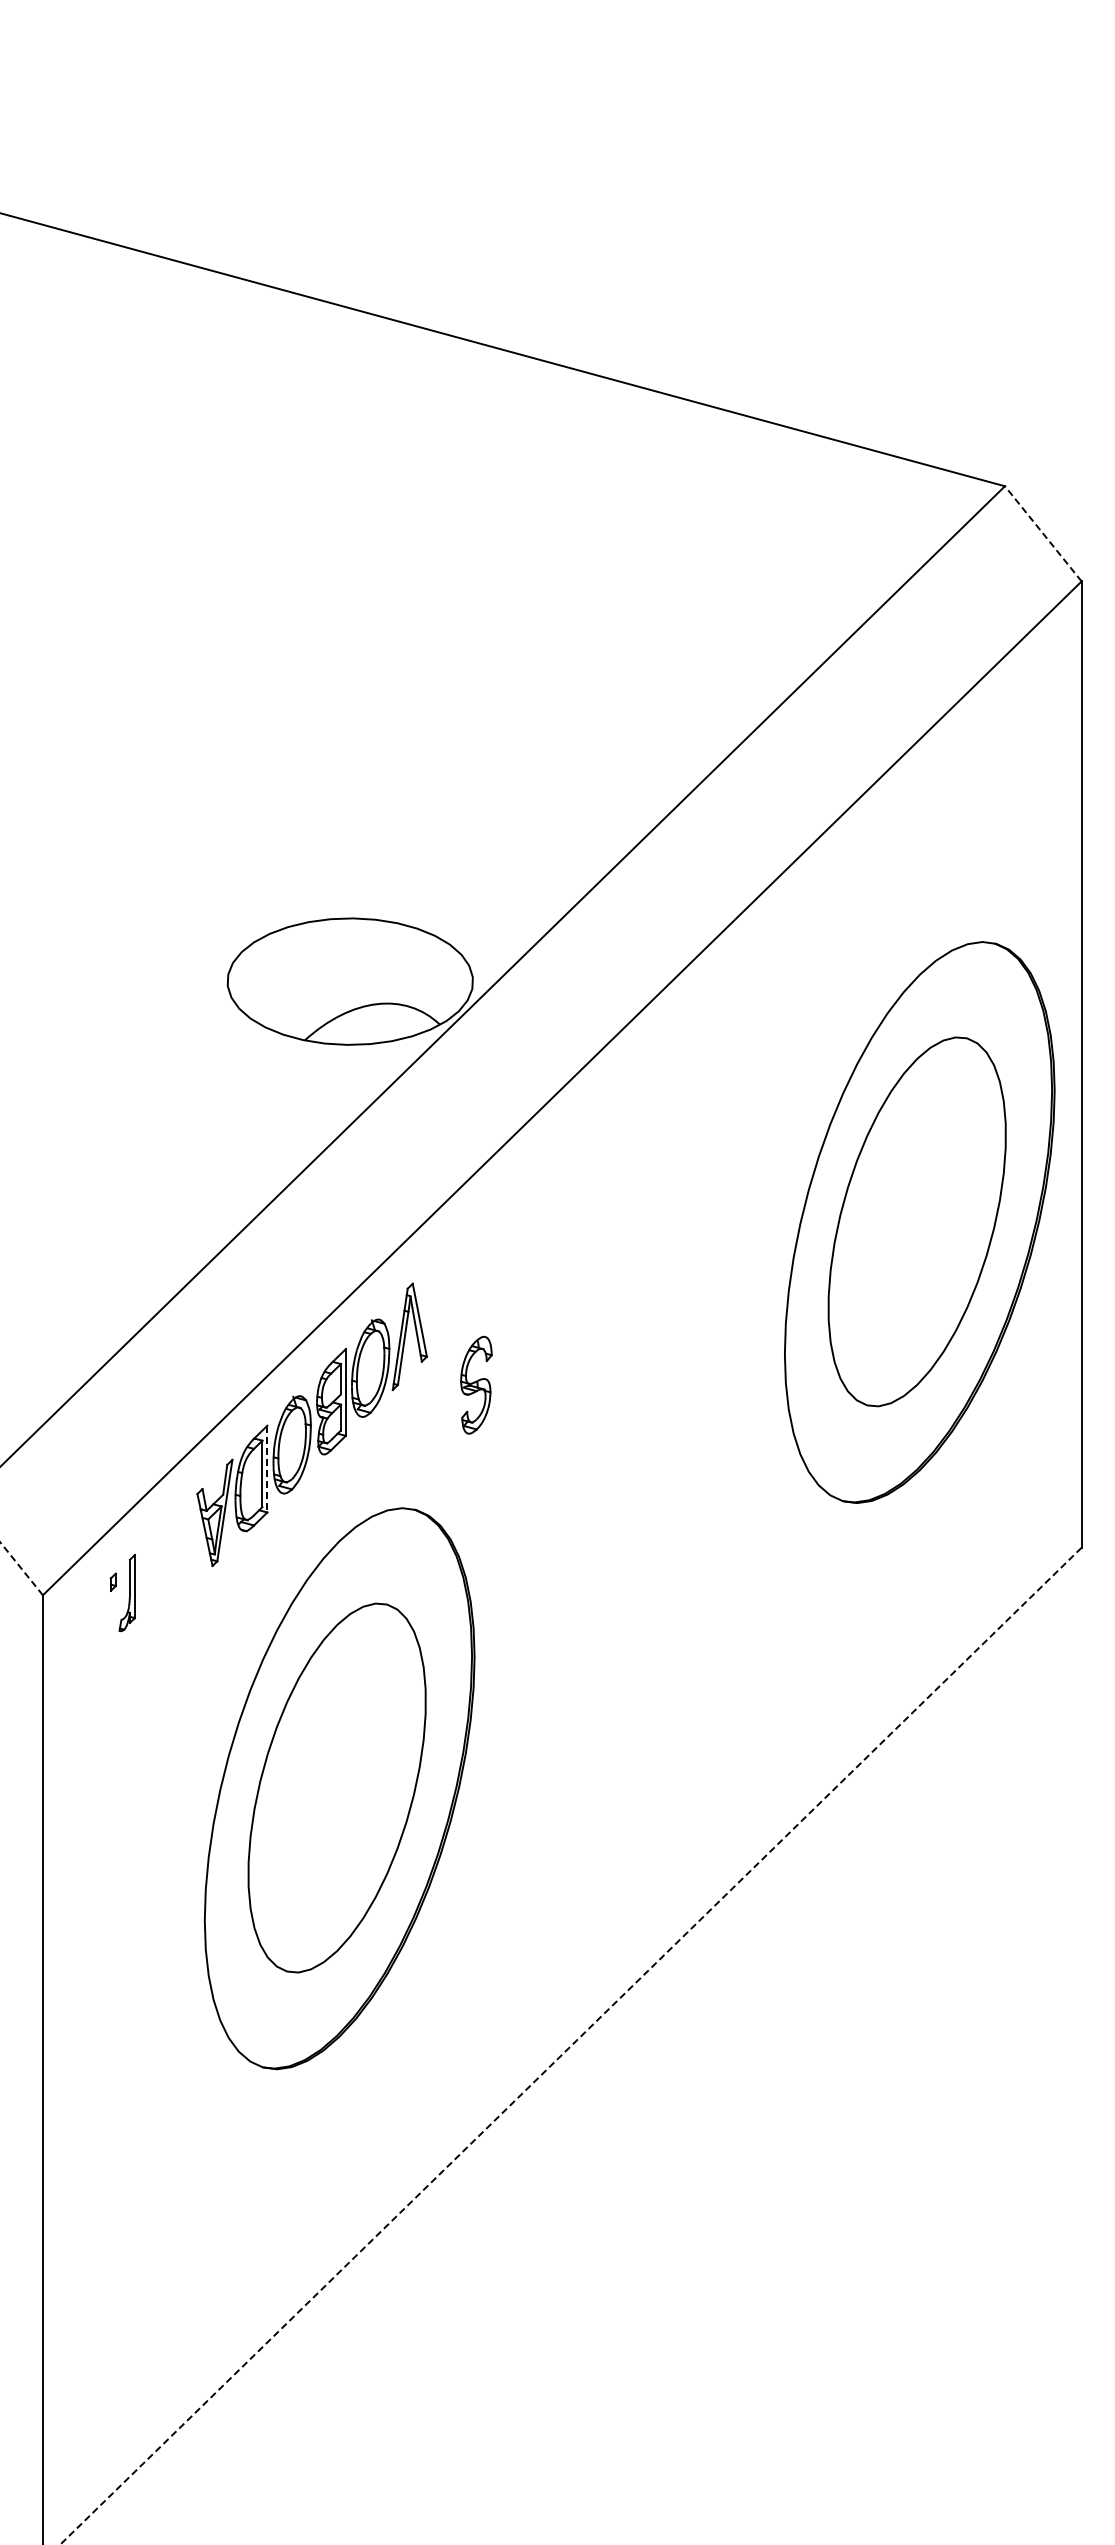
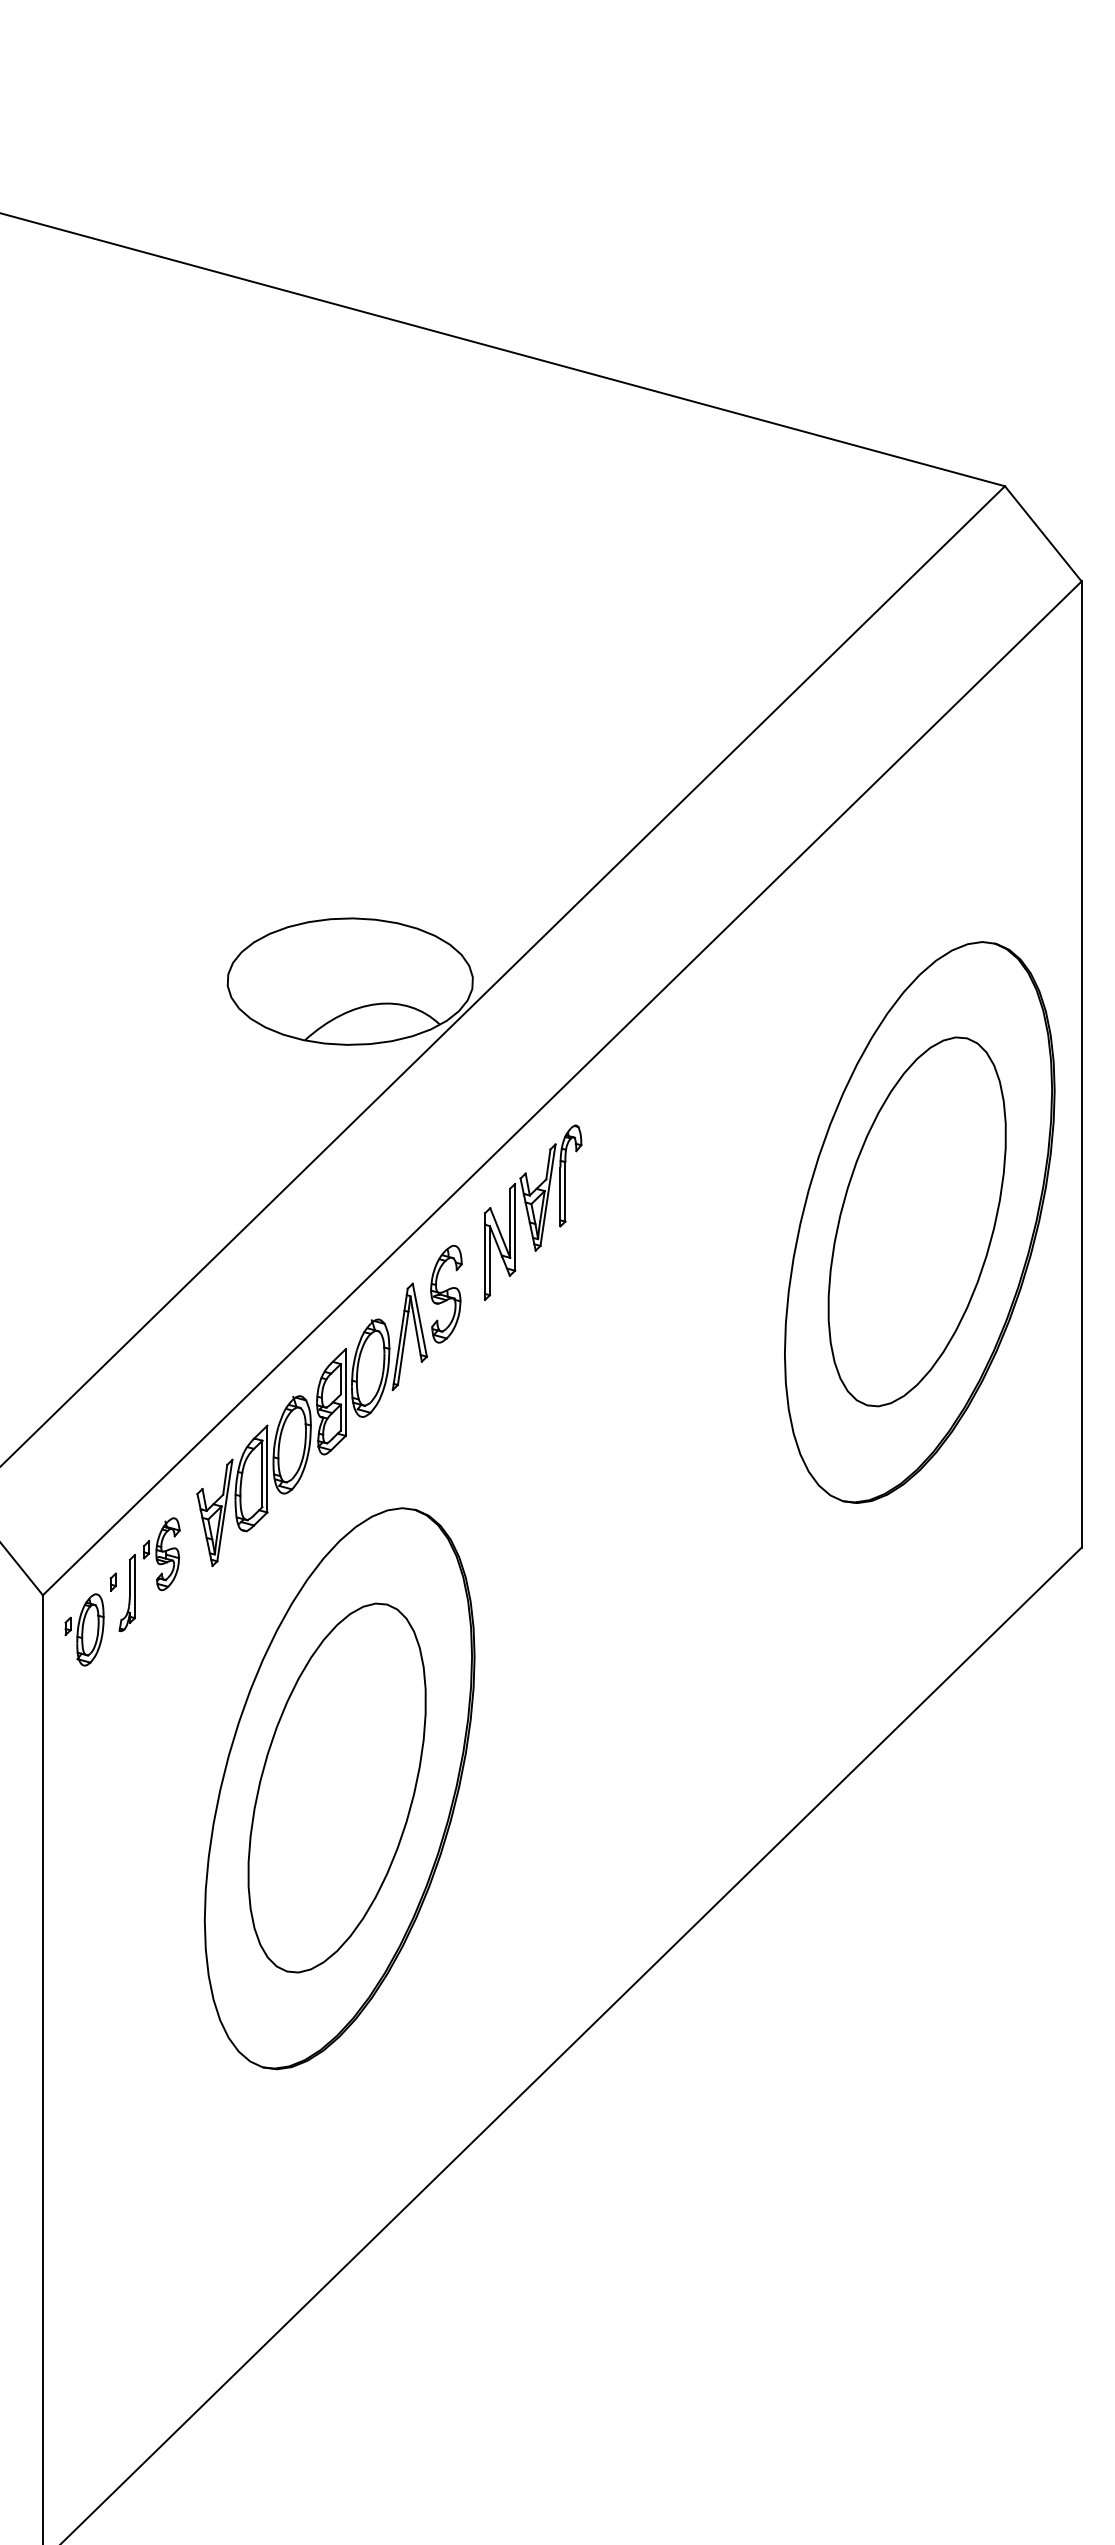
line at (1042, 533): dashed -> solid
part at (533, 1212): none -> present
part at (476, 1384) position: (476, 1384) -> (446, 1293)
line at (267, 1469): dashed -> solid
part at (161, 1554): none -> present
line at (21, 1568): dashed -> solid
part at (84, 1629): none -> present
line at (570, 2046): dashed -> solid
